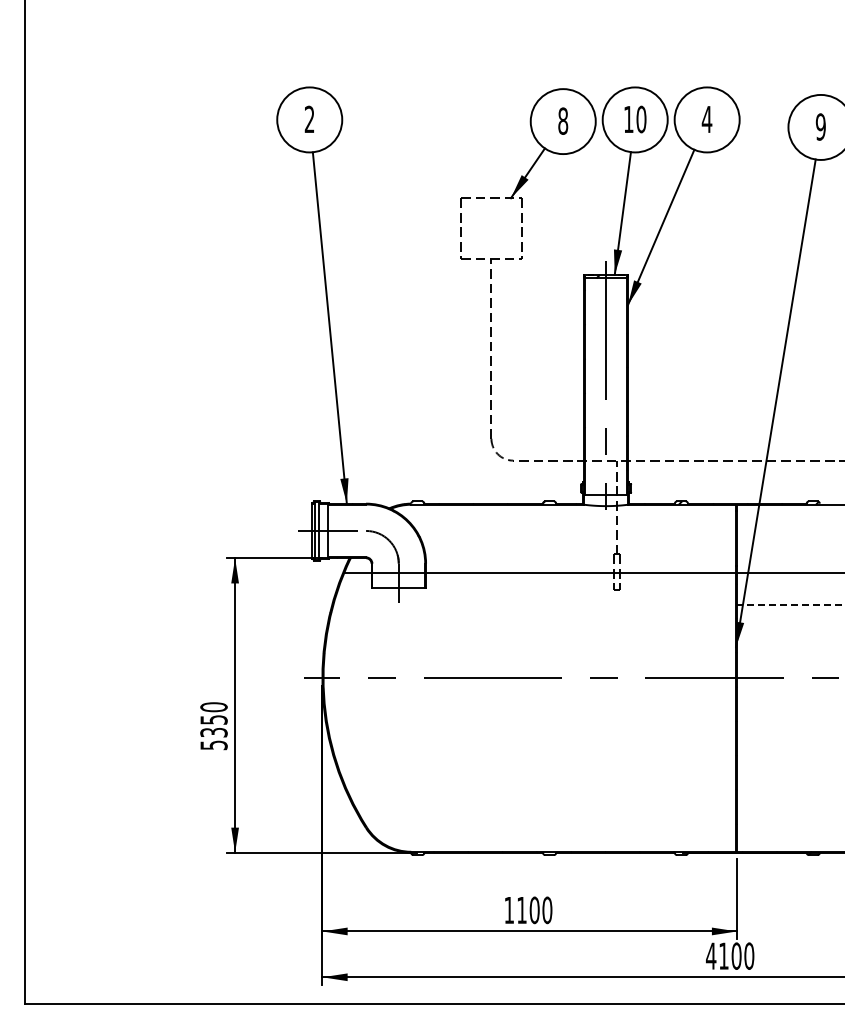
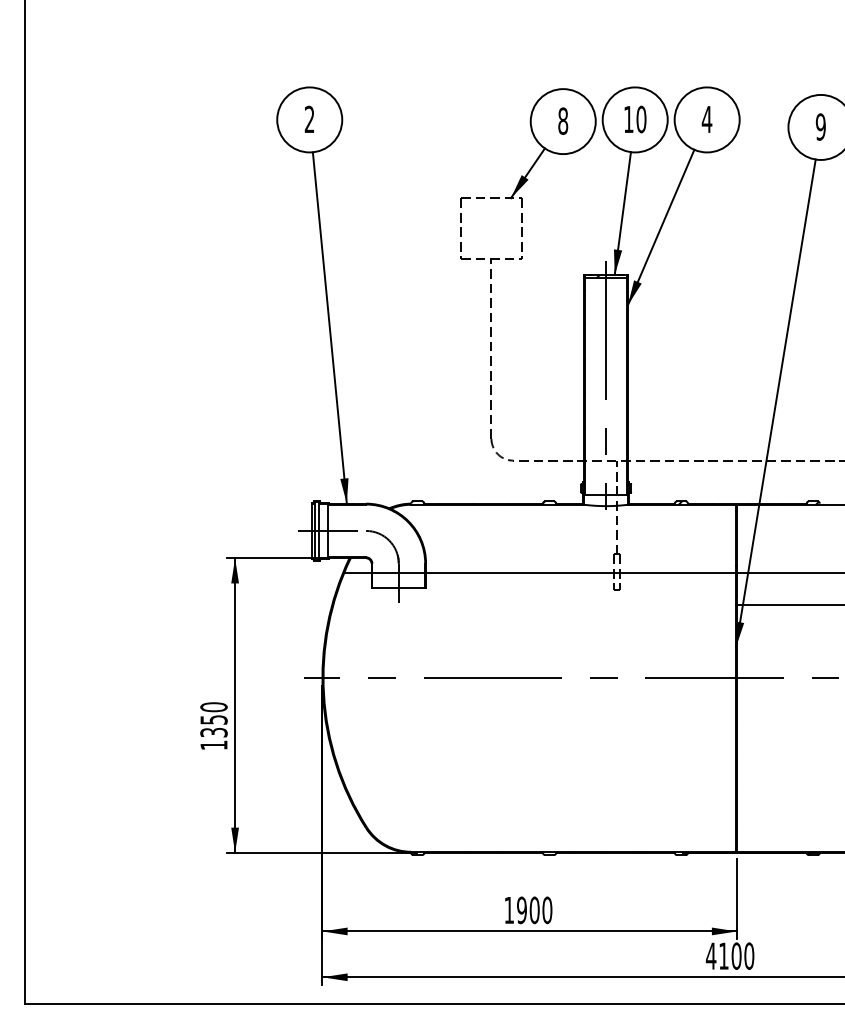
line at (790, 605): dashed -> solid
text at (213, 745): 5350 -> 1350
text at (521, 910): 1100 -> 1900
